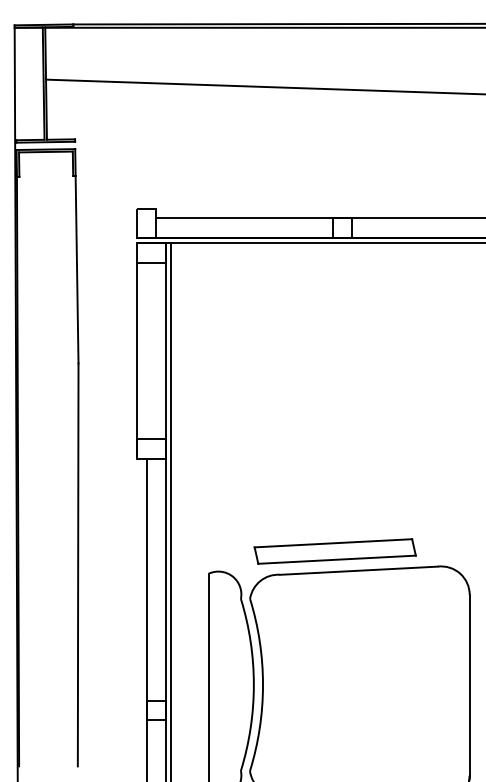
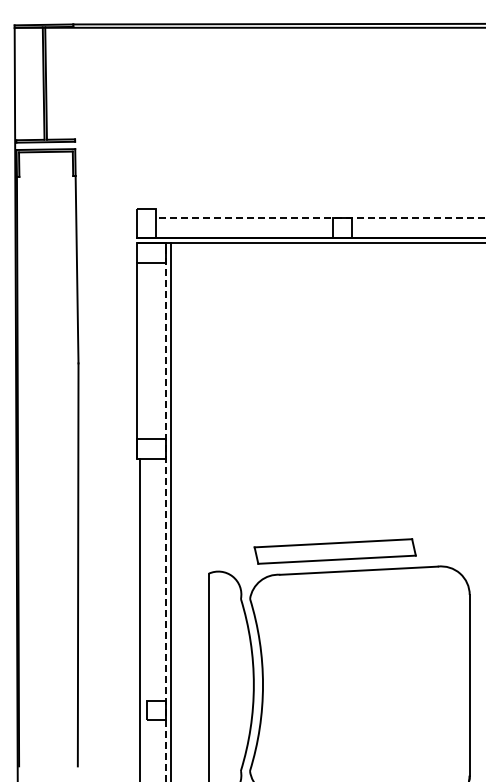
line at (264, 86): present -> none
line at (320, 218): solid -> dashed
line at (166, 512): solid -> dashed
line at (146, 618) position: (146, 618) -> (139, 618)
